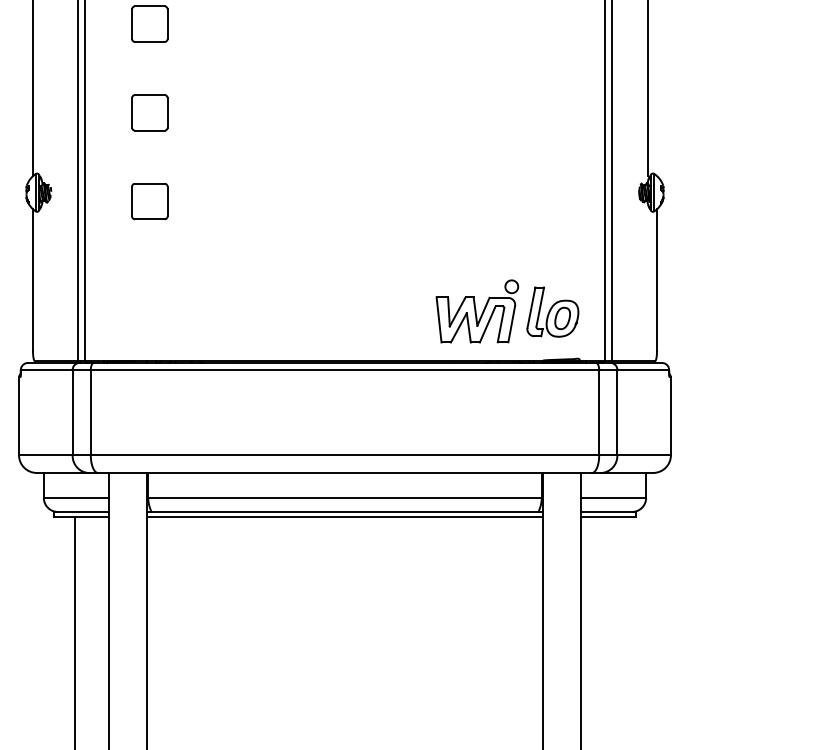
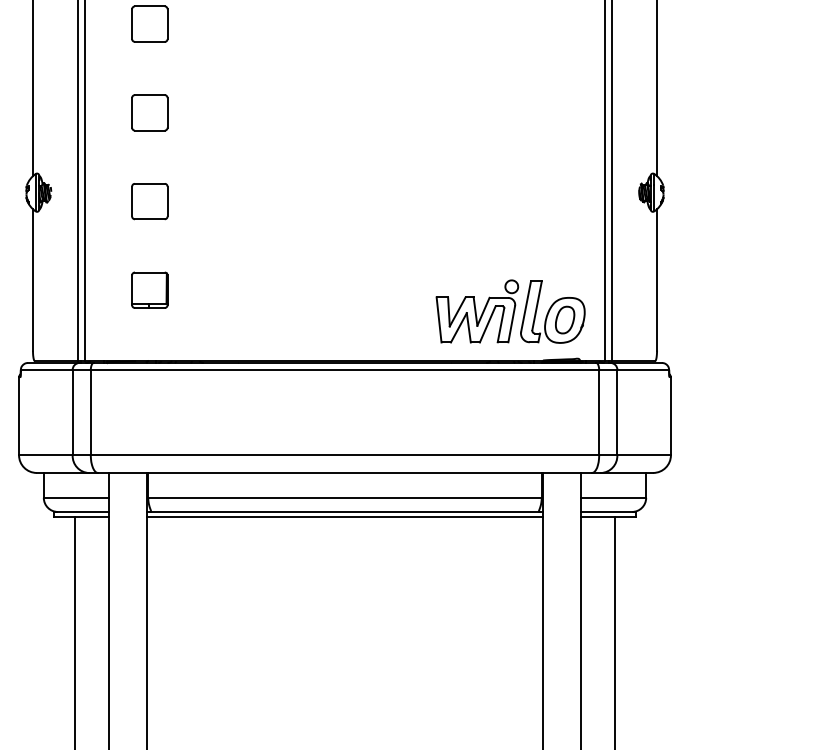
line at (648, 89) position: (648, 89) -> (657, 89)
part at (149, 289): none -> present
part at (552, 311) size: 54x52 px -> 66x64 px
line at (614, 631): none -> present
